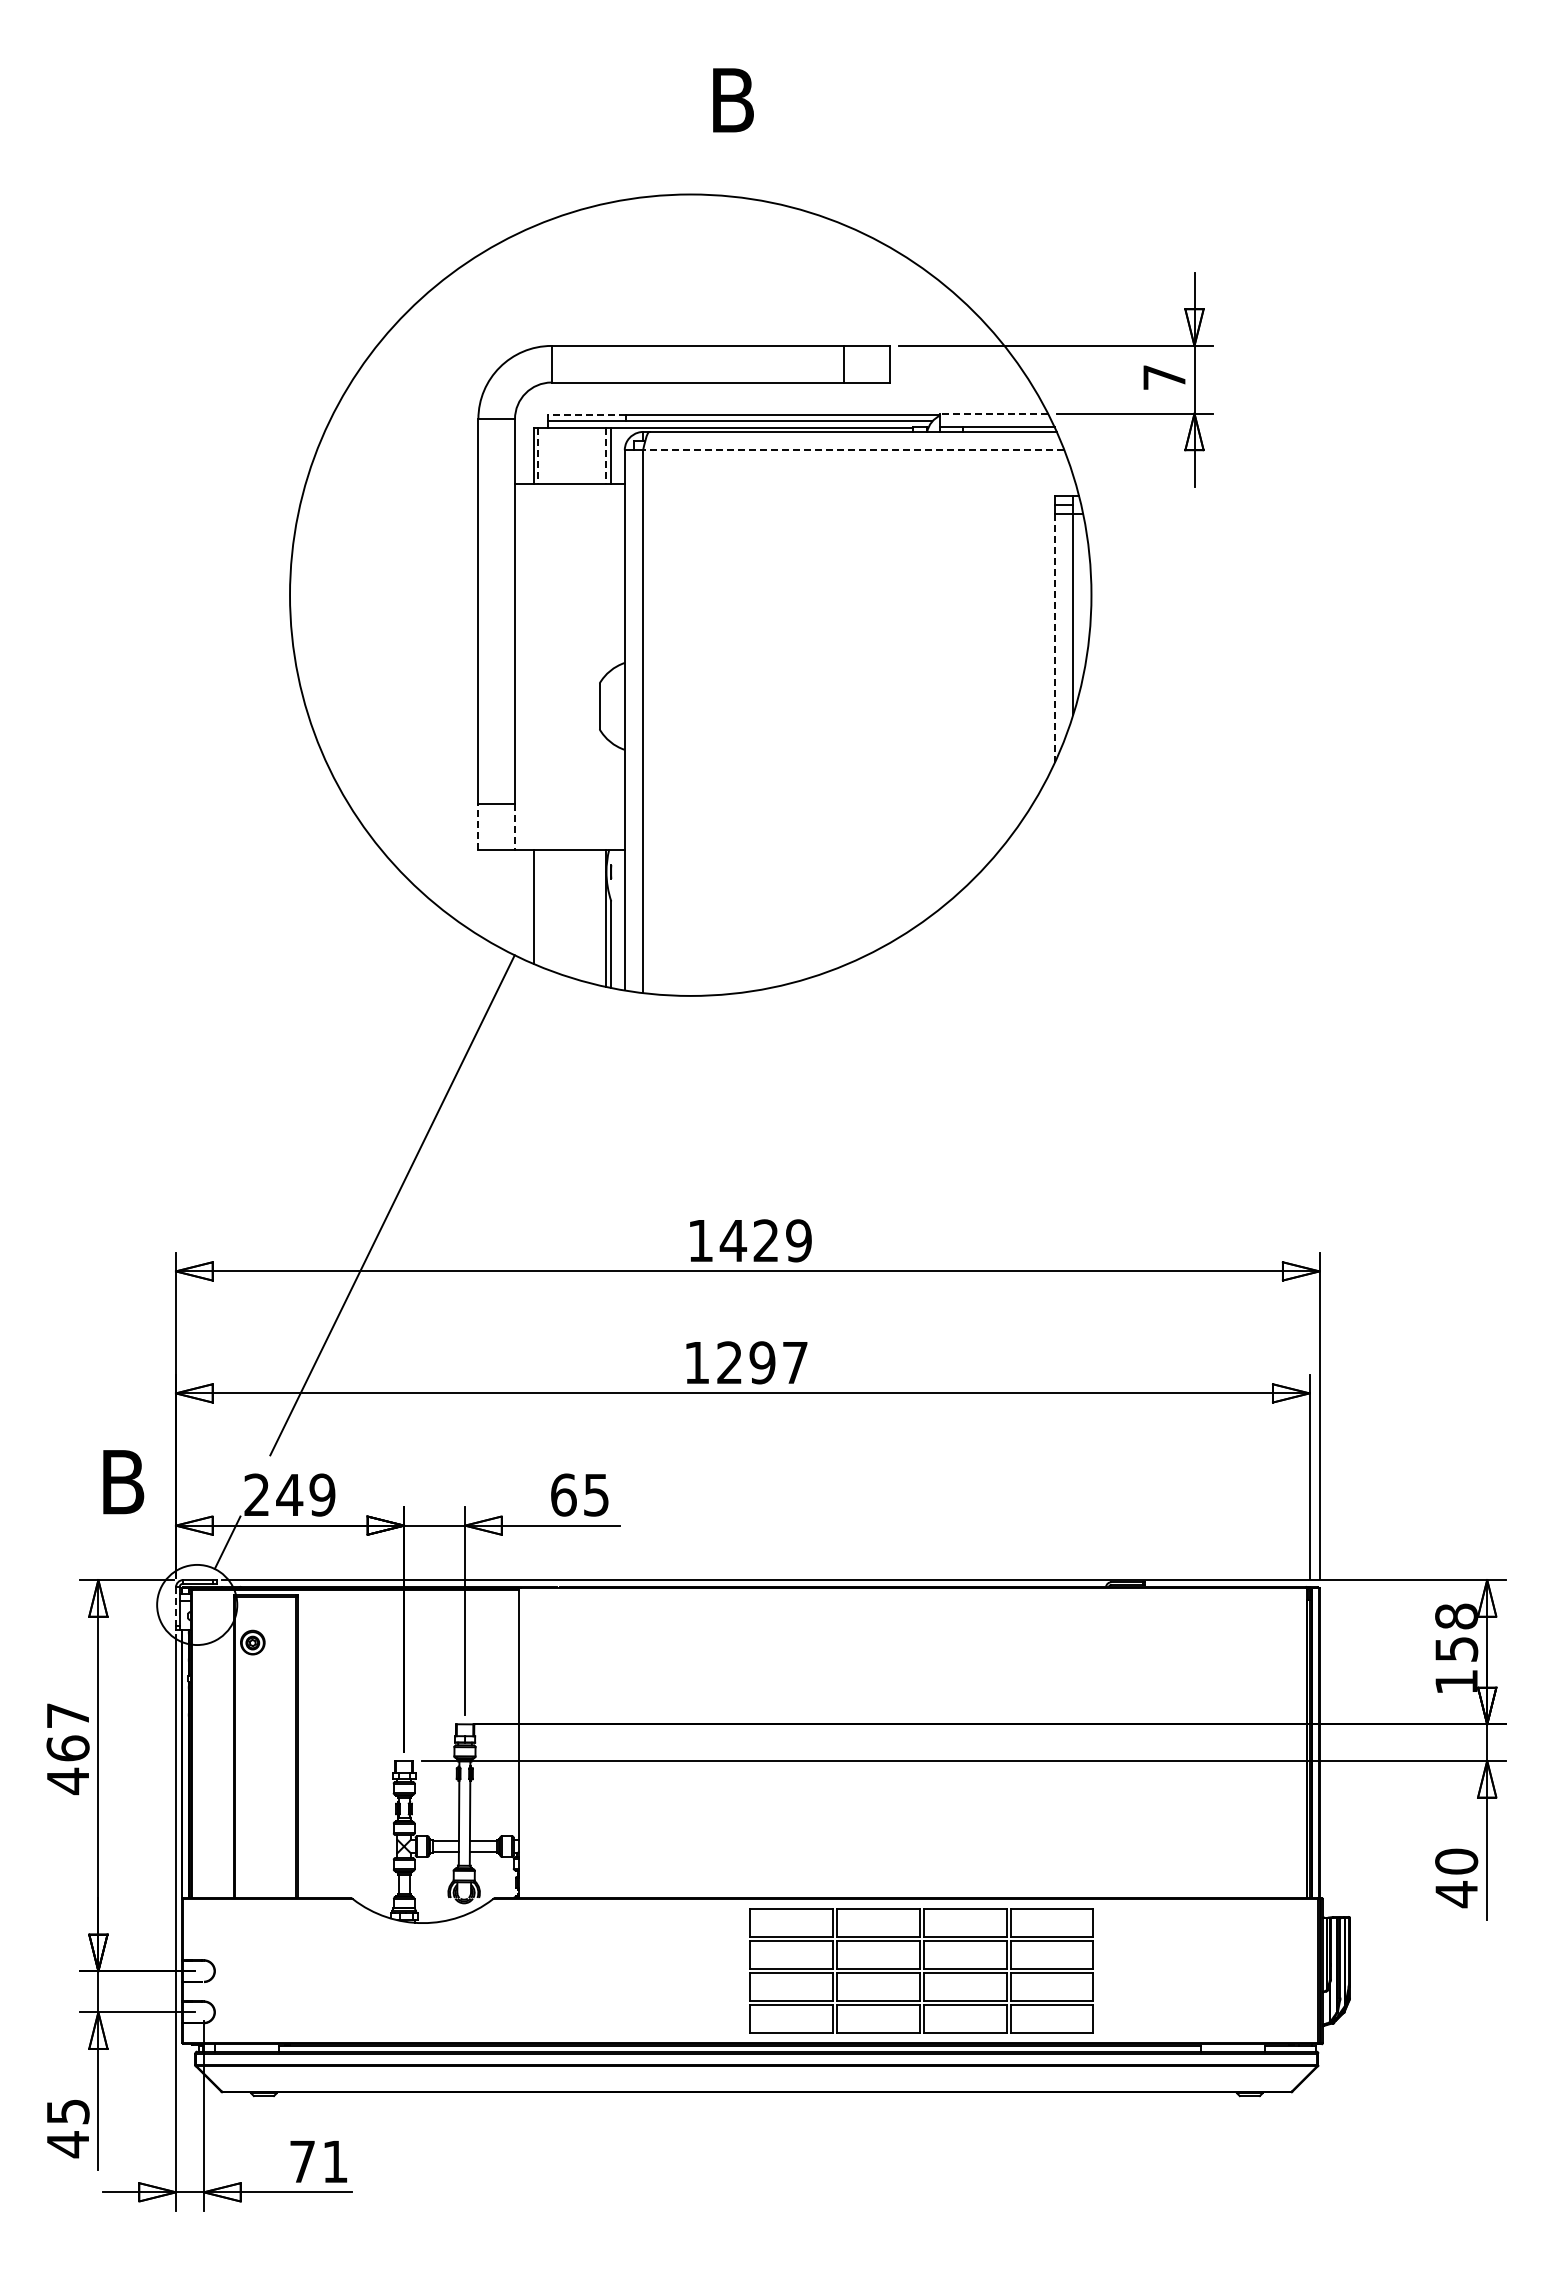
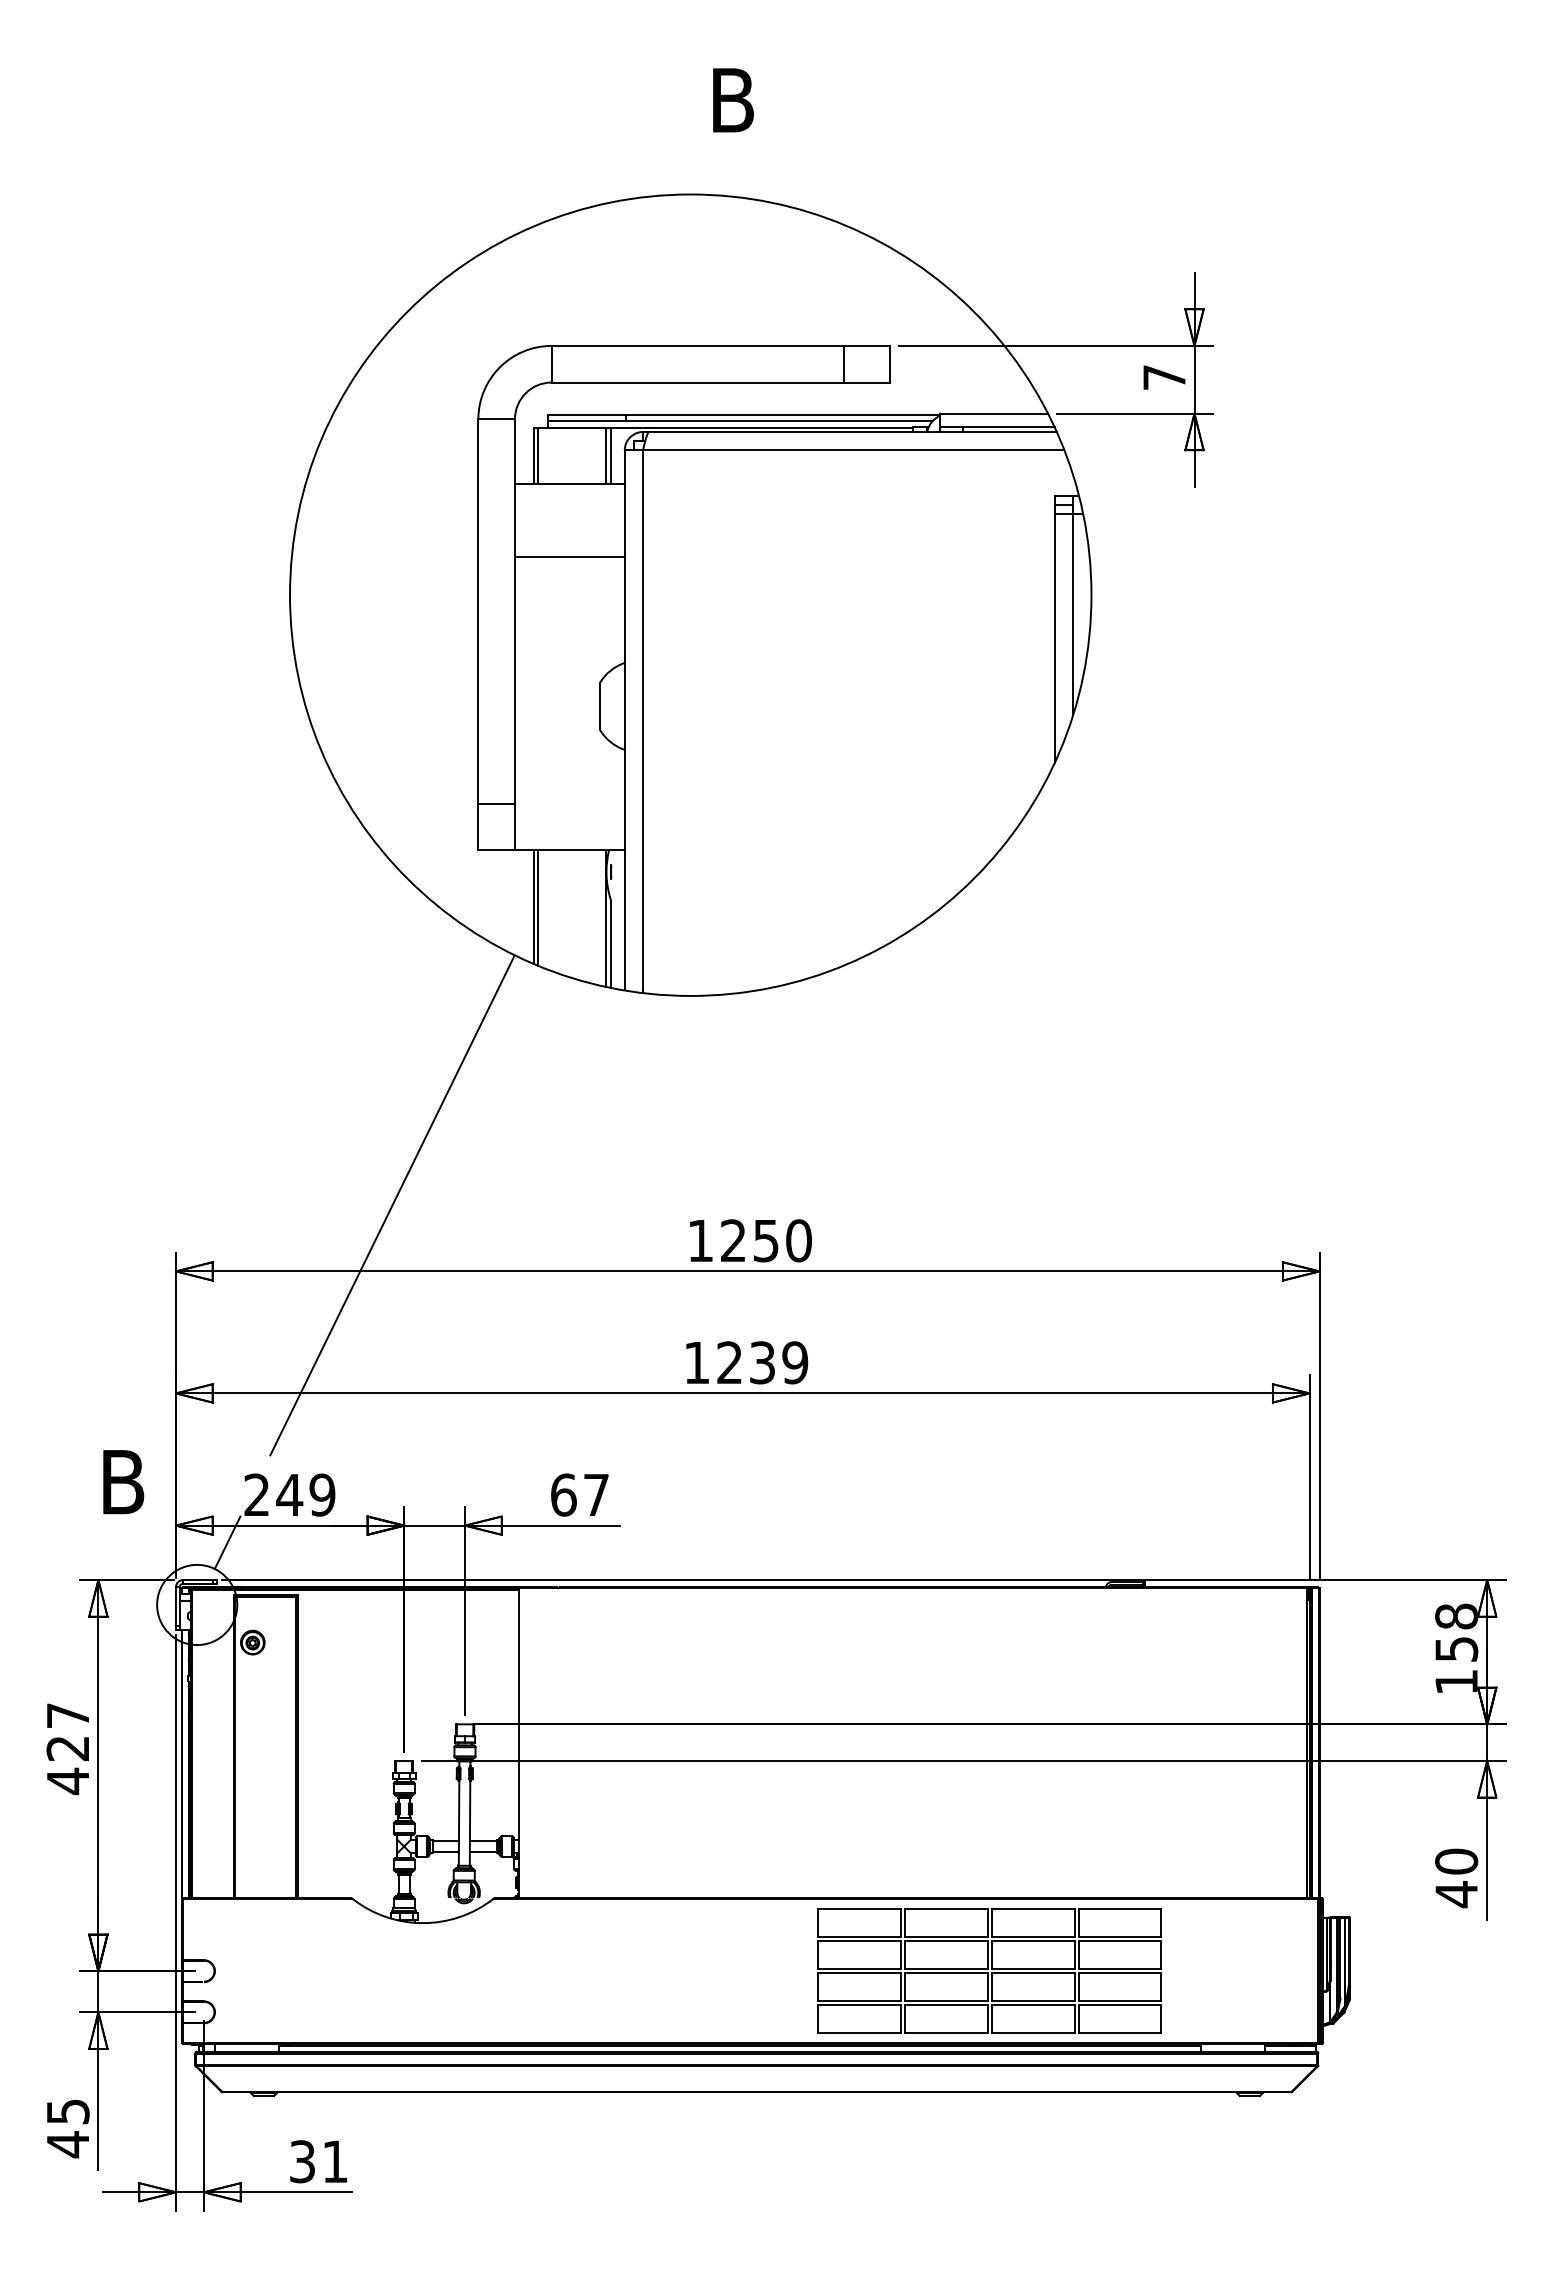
line at (994, 413): dashed -> solid
line at (587, 414): dashed -> solid
line at (853, 450): dashed -> solid
line at (538, 455): dashed -> solid
line at (606, 455): dashed -> solid
line at (569, 556): none -> present
line at (1054, 638): dashed -> solid
line at (478, 826): dashed -> solid
line at (515, 826): dashed -> solid
line at (538, 907): none -> present
text at (765, 1240): 1429 -> 1250
text at (778, 1362): 1297 -> 1239
text at (596, 1495): 65 -> 67
line at (175, 1607): dashed -> solid
text at (67, 1748): 467 -> 427
part at (921, 1970) position: (921, 1970) -> (989, 1970)
text at (302, 2161): 71 -> 31
